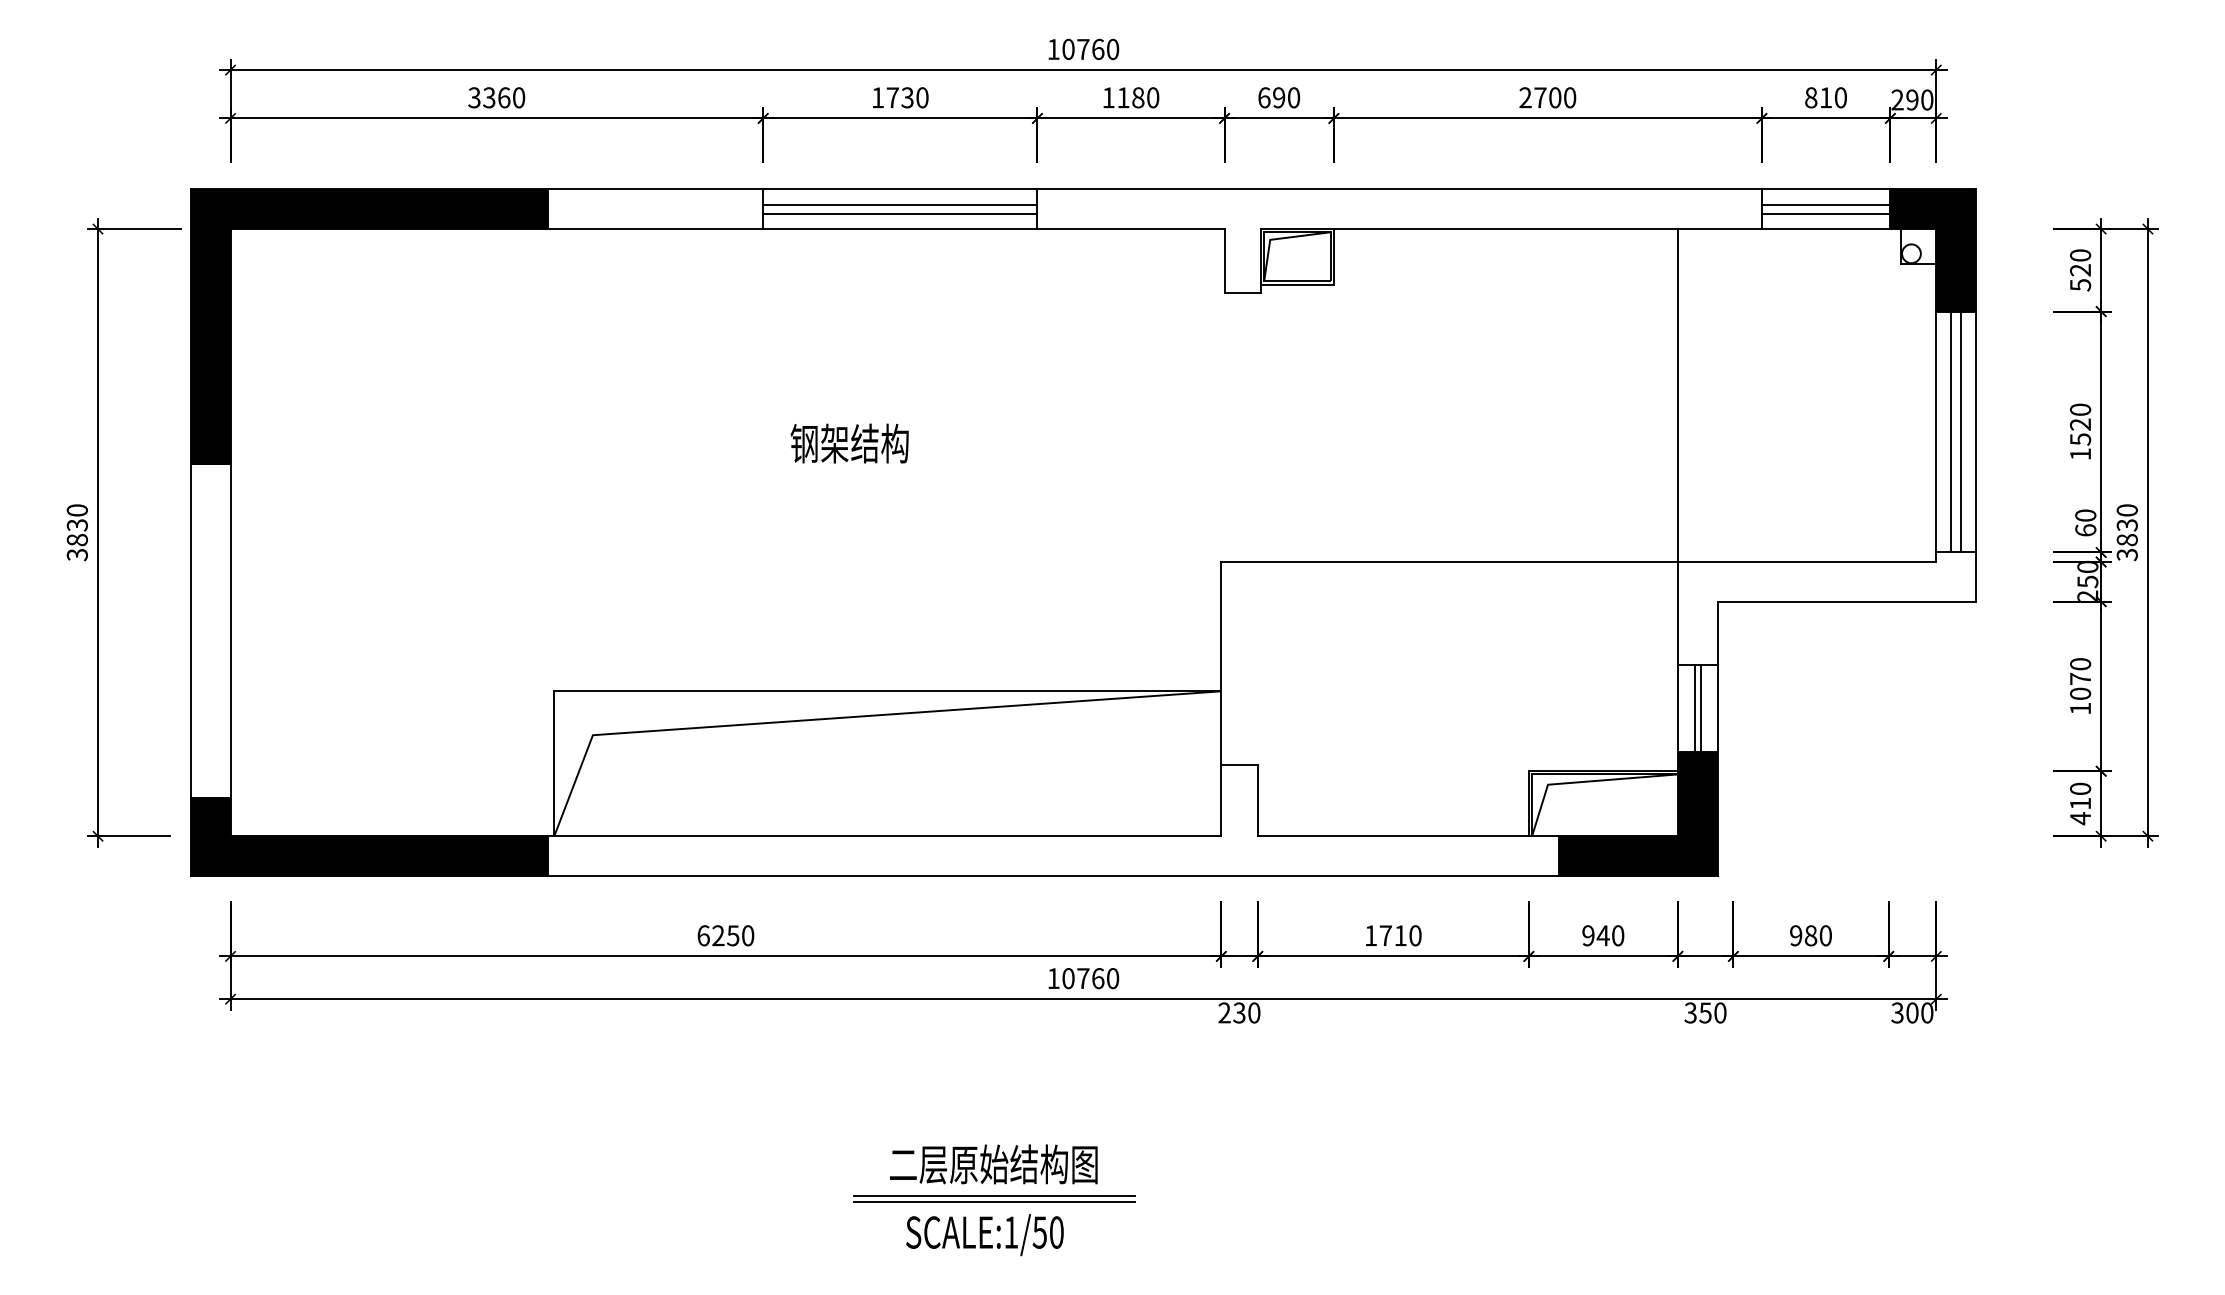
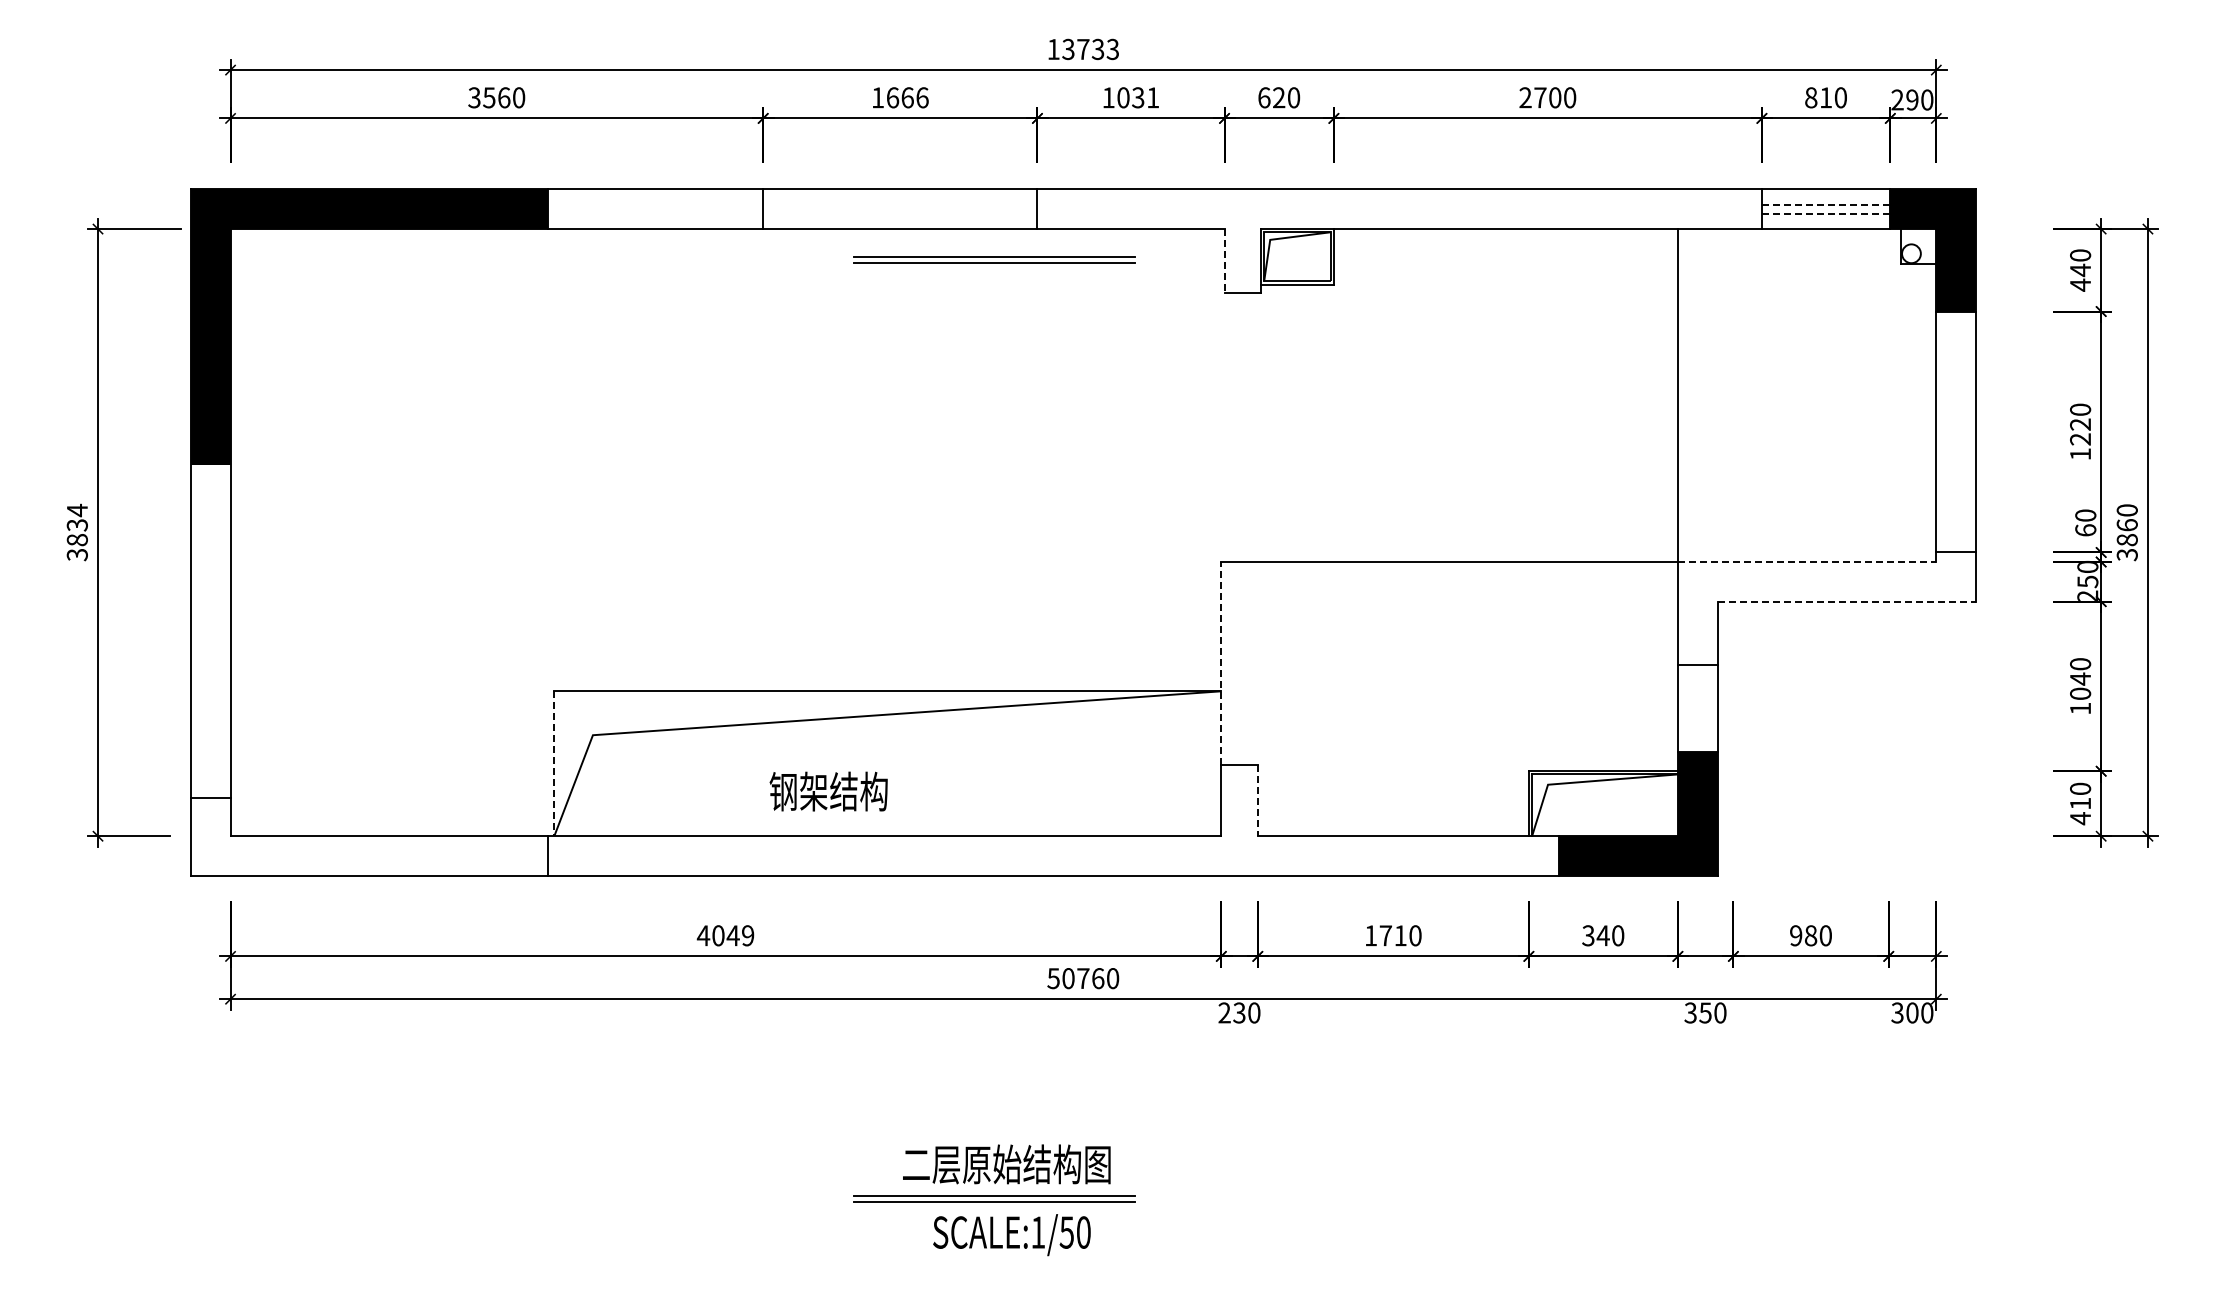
text at (1090, 49): 10760 -> 13733
text at (489, 97): 3360 -> 3560
text at (907, 97): 1730 -> 1666
text at (1138, 97): 1180 -> 1031
text at (1279, 97): 690 -> 620
line at (900, 204): present -> none
line at (1826, 204): solid -> dashed
line at (900, 214): present -> none
line at (1826, 214): solid -> dashed
part at (994, 259): none -> present
line at (1224, 260): solid -> dashed
text at (2080, 277): 520 -> 440
line at (1951, 431): present -> none
line at (1960, 431): present -> none
text at (2080, 439): 1520 -> 1220
text at (849, 443) position: (849, 443) -> (828, 791)
text at (76, 510): 3830 -> 3834
text at (2126, 525): 3830 -> 3860
line at (1807, 562): solid -> dashed
line at (1847, 601): solid -> dashed
line at (1221, 662): solid -> dashed
text at (2080, 678): 1070 -> 1040
line at (1694, 708): present -> none
line at (1700, 708): present -> none
line at (554, 764): solid -> dashed
line at (1257, 800): solid -> dashed
fill at (368, 836): present -> none
text at (725, 935): 6250 -> 4049
text at (1588, 935): 940 -> 340
text at (1053, 978): 10760 -> 50760
text at (993, 1164) position: (993, 1164) -> (1006, 1164)
text at (984, 1235) position: (984, 1235) -> (1011, 1235)
